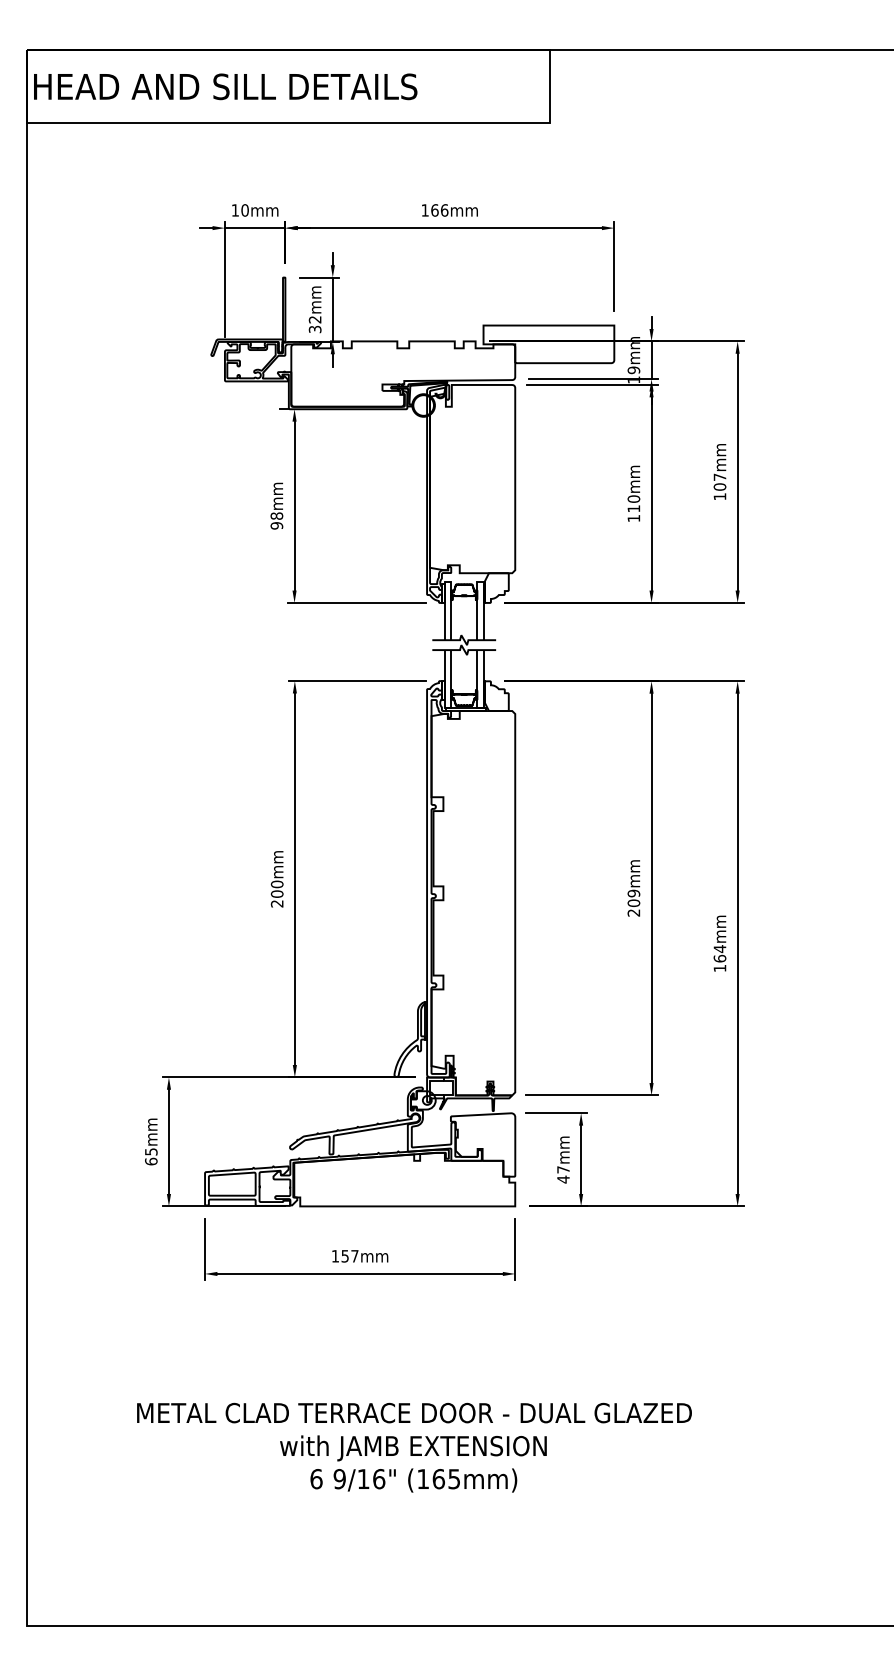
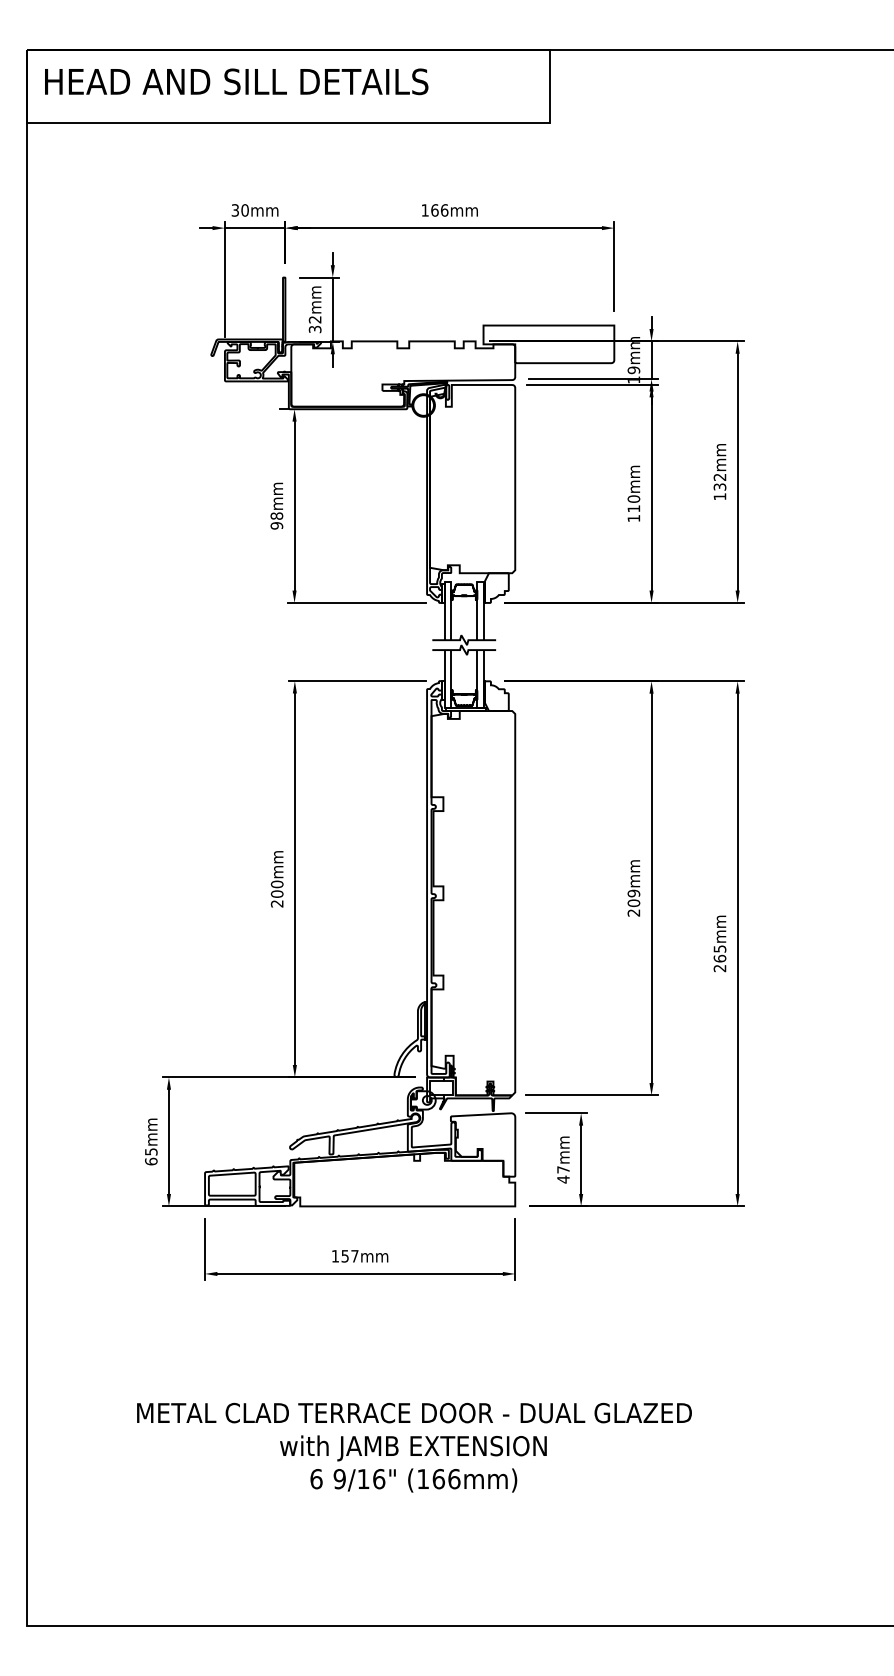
text at (225, 86) position: (225, 86) -> (236, 81)
text at (234, 210): 10mm -> 30mm
text at (719, 481): 107mm -> 132mm
text at (719, 958): 164mm -> 265mm
text at (454, 1479): (165mm) -> (166mm)
